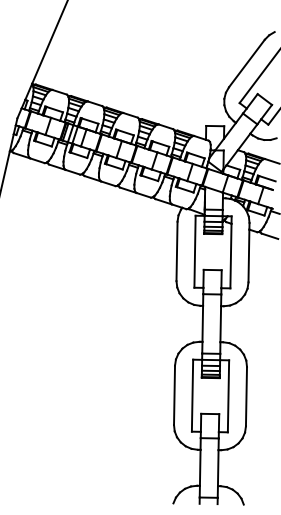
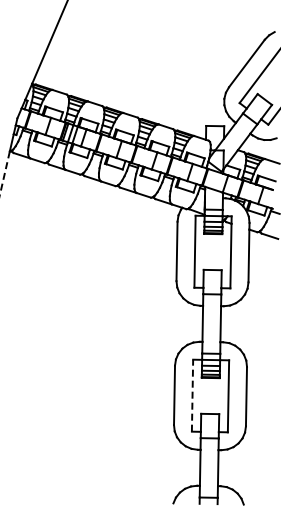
line at (4, 172): solid -> dashed
line at (192, 395): solid -> dashed
